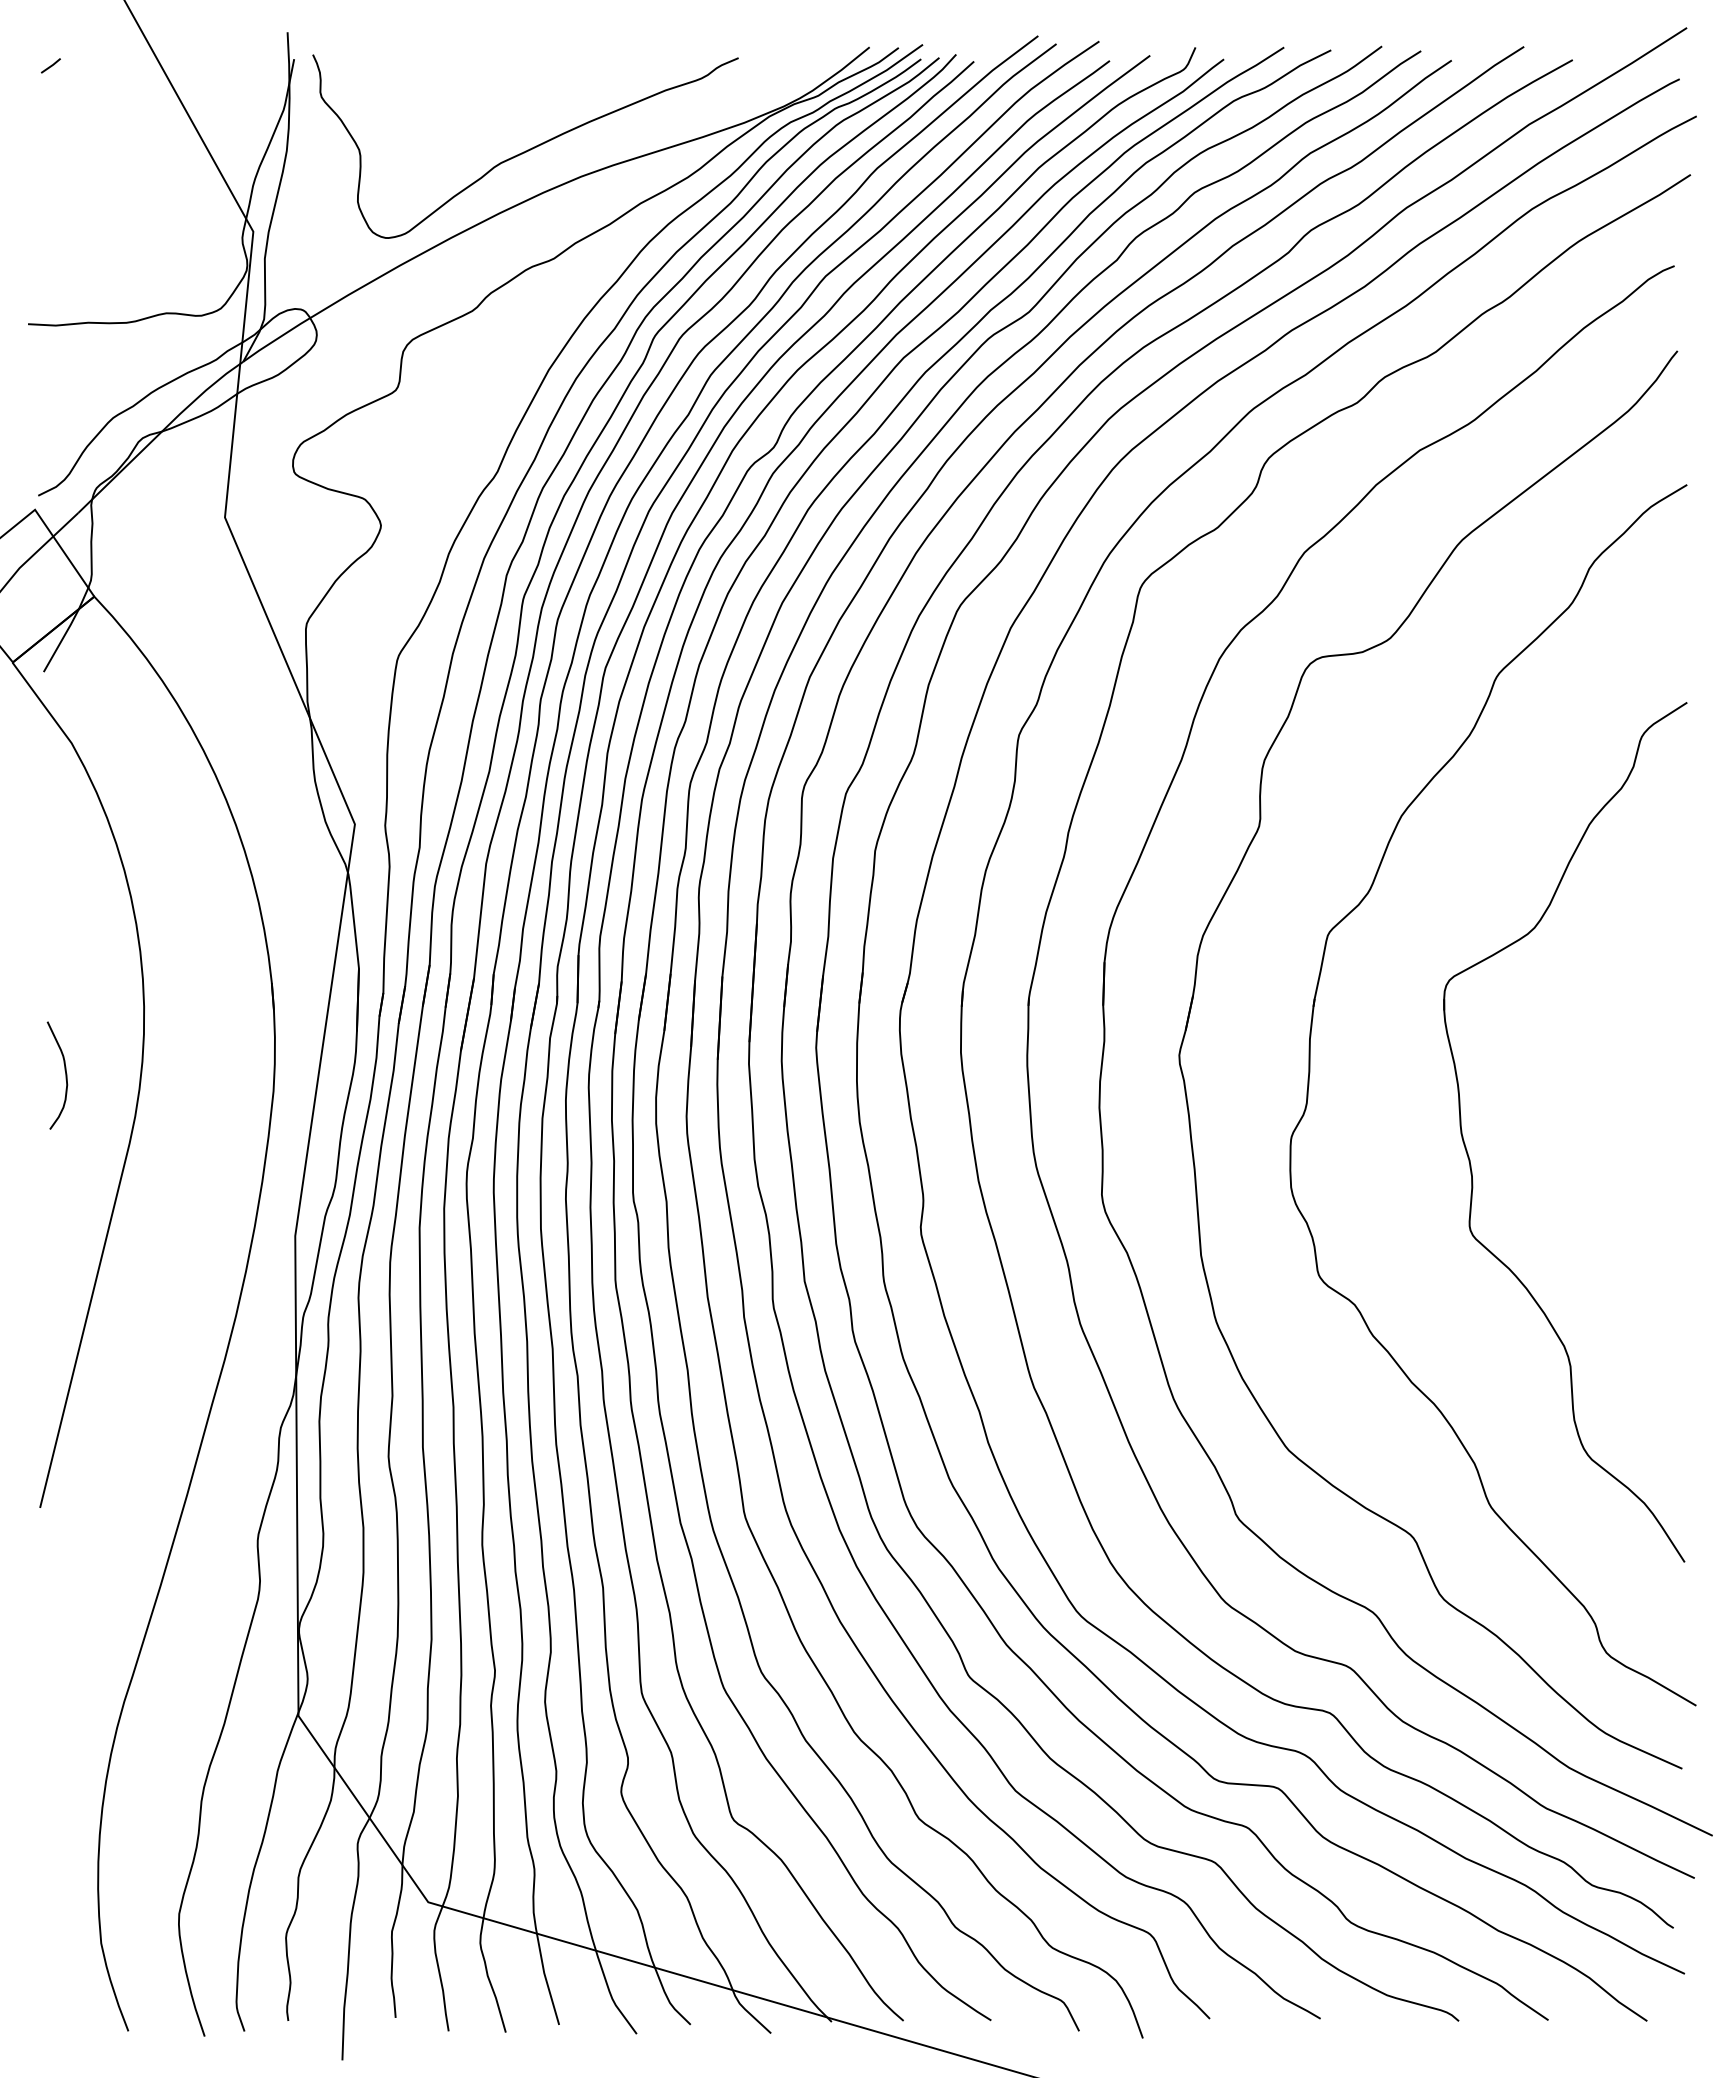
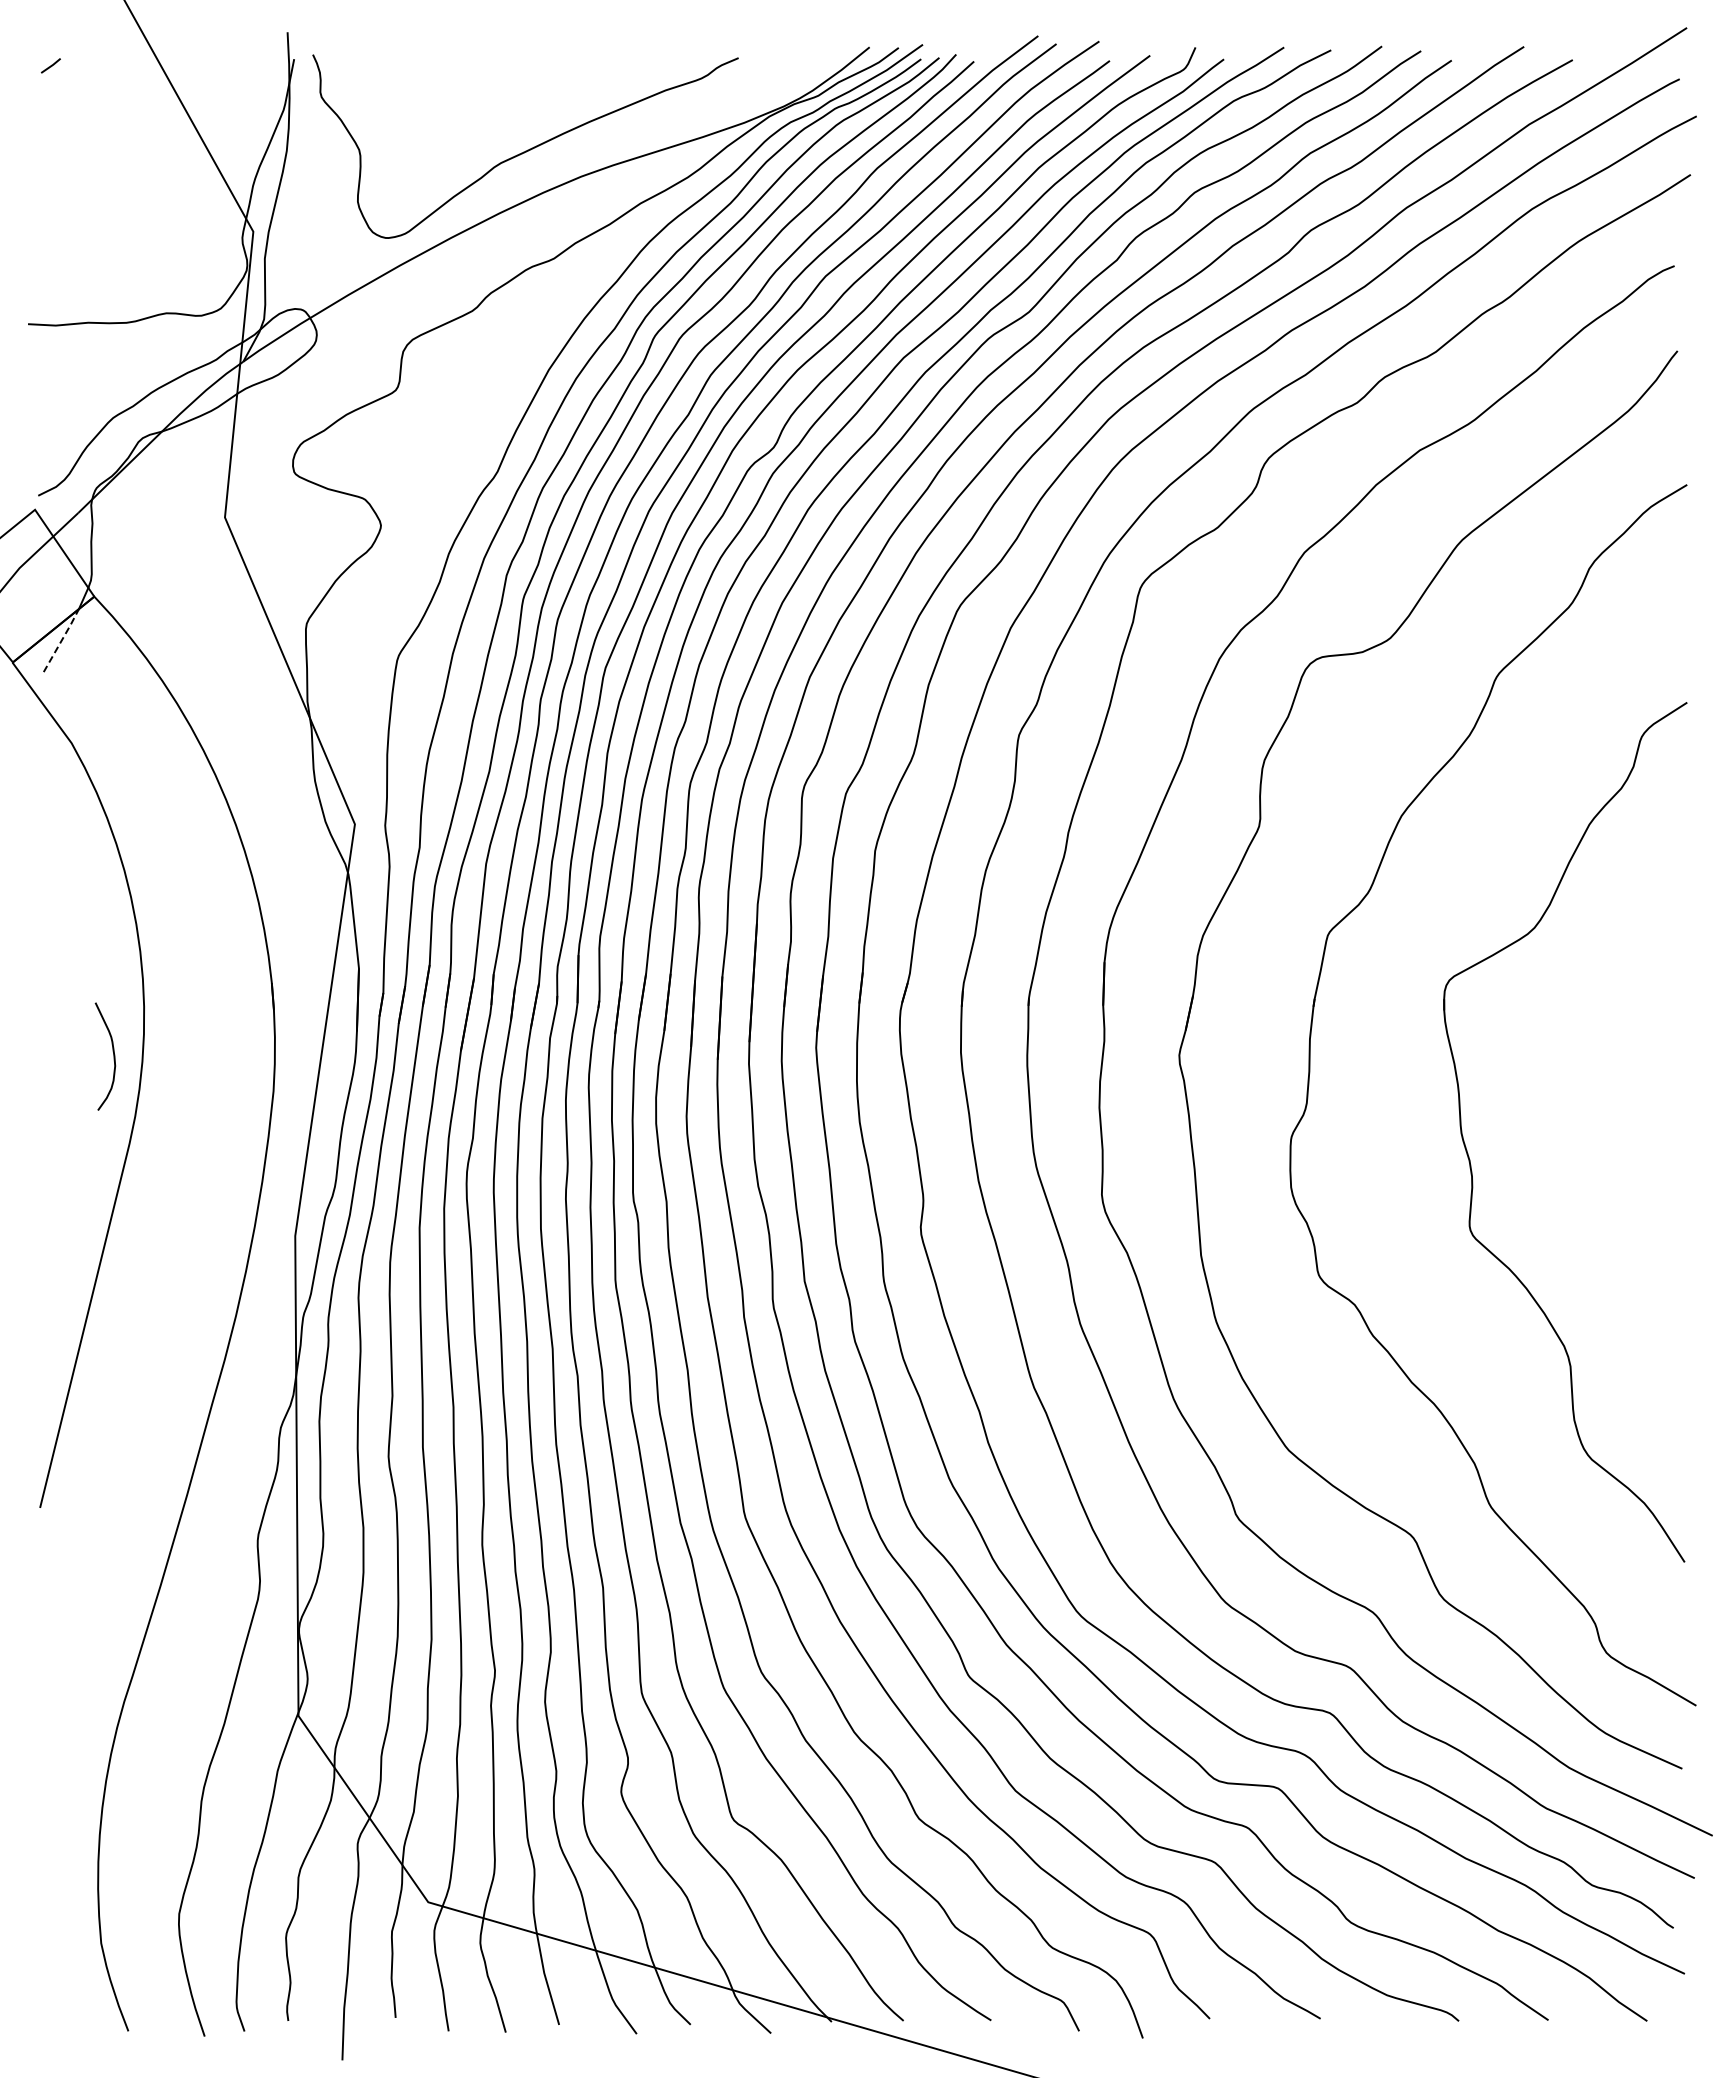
line at (61, 640): solid -> dashed
curve at (65, 1075) position: (65, 1075) -> (113, 1056)
